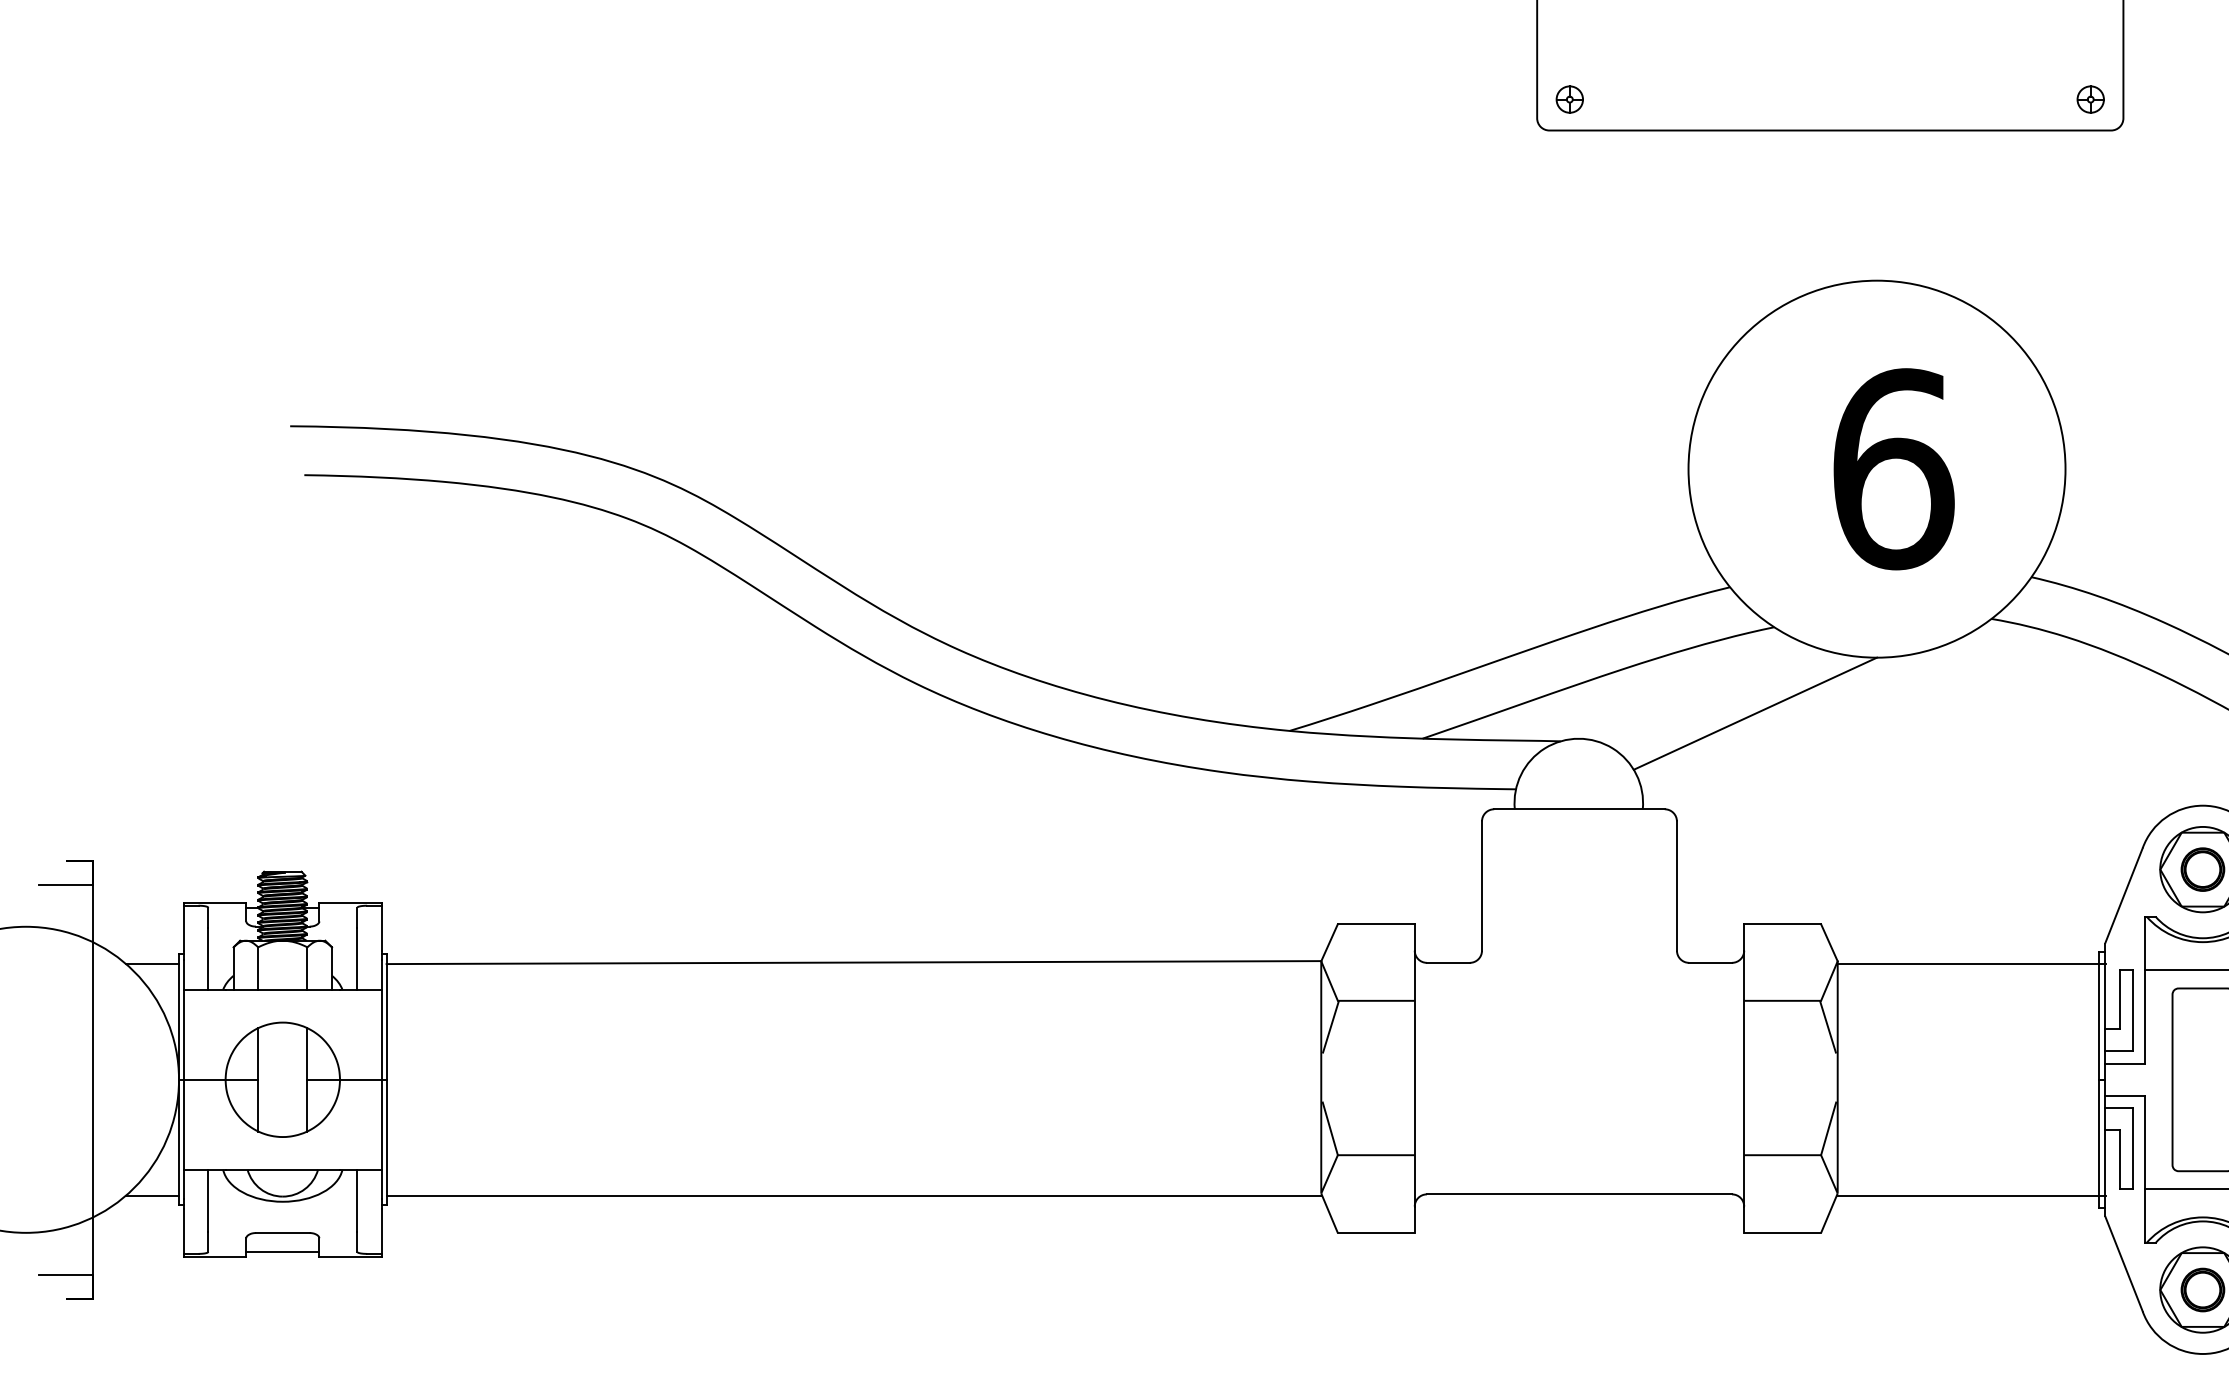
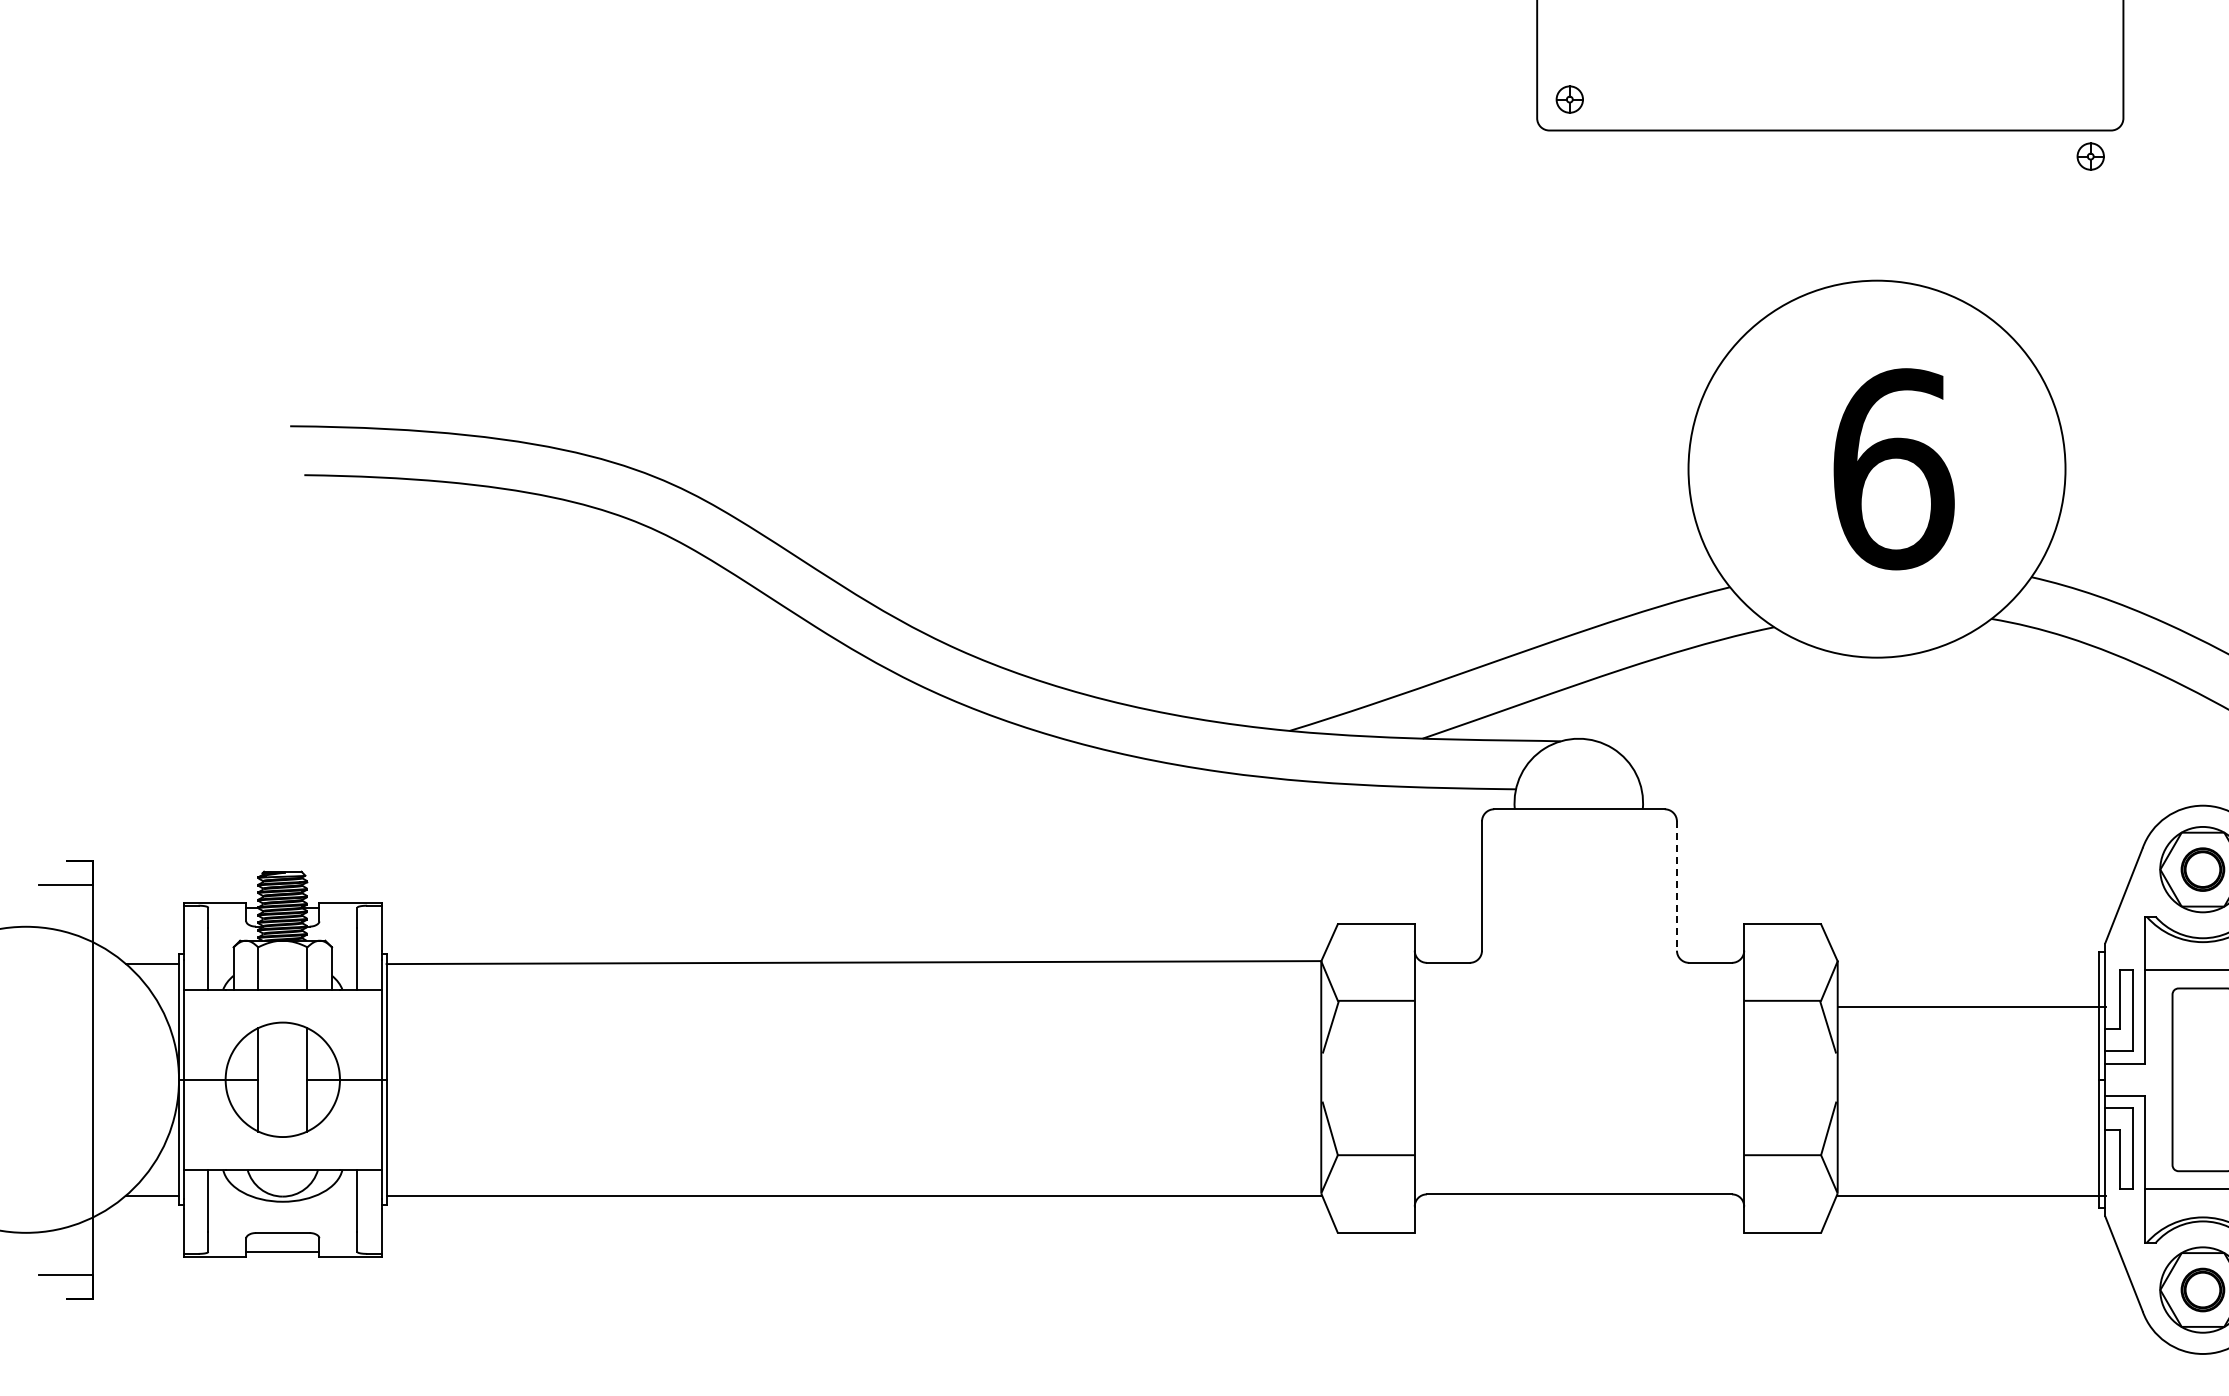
part at (2090, 99) position: (2090, 99) -> (2090, 156)
line at (1755, 713): present -> none
line at (1676, 886): solid -> dashed
line at (1971, 964) position: (1971, 964) -> (1971, 1007)
